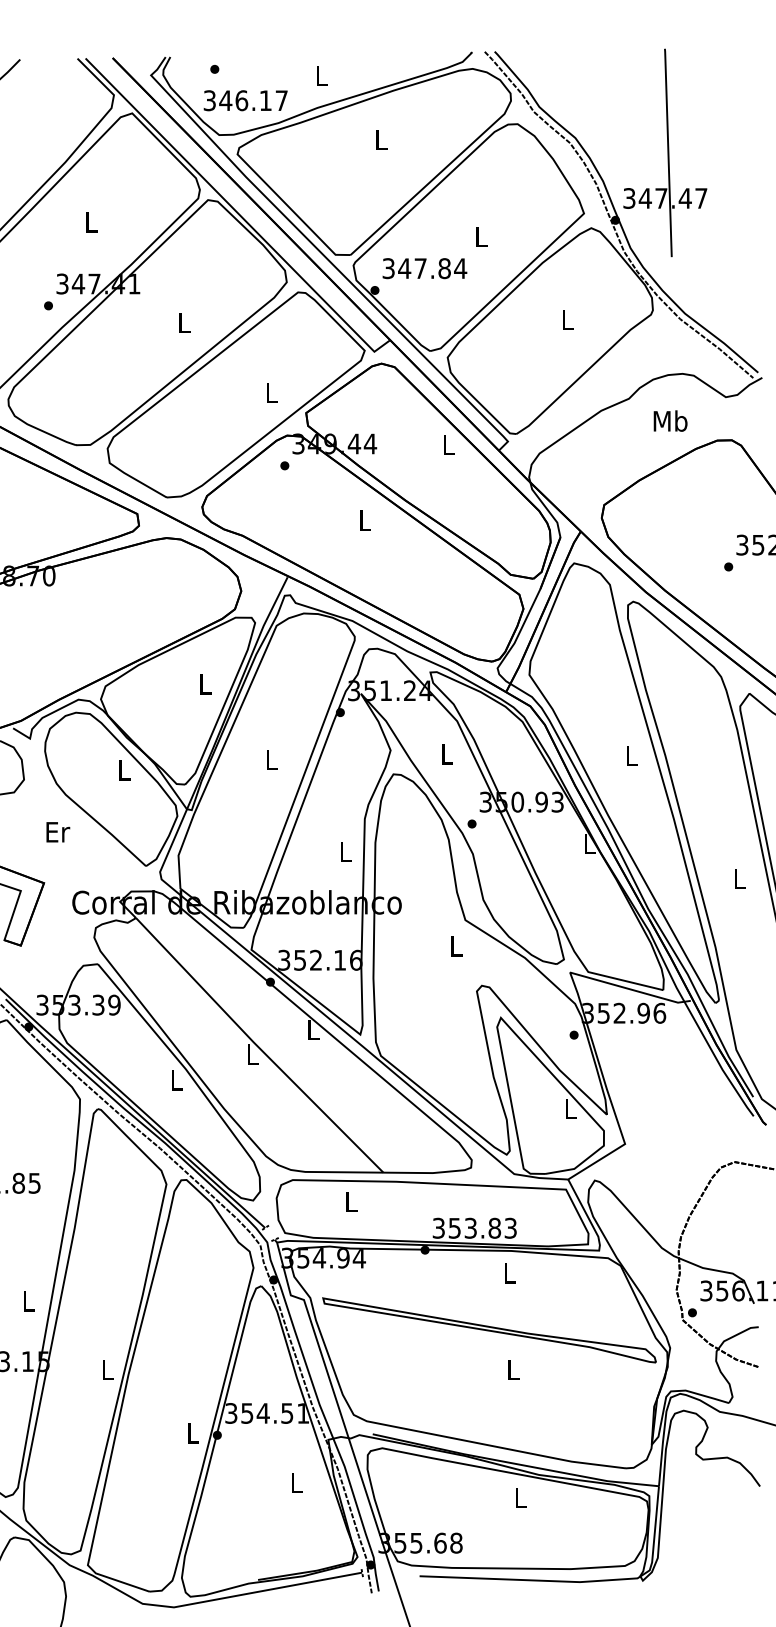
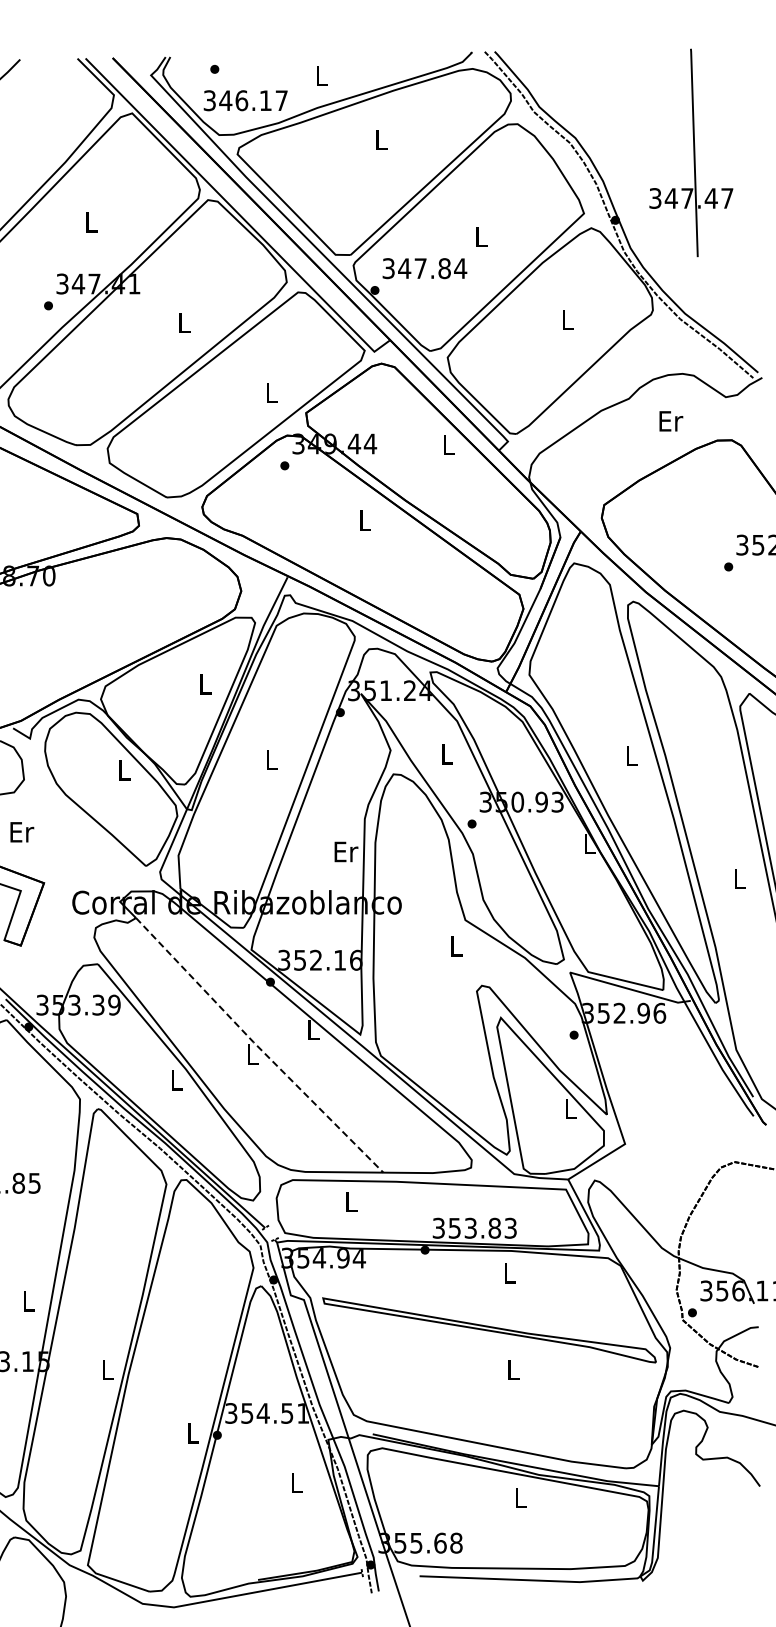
part at (665, 152) position: (665, 152) -> (691, 152)
text at (670, 420): Mb -> Er
text at (58, 832) position: (58, 832) -> (22, 832)
text at (346, 851): L -> Er
line at (258, 1047): solid -> dashed
